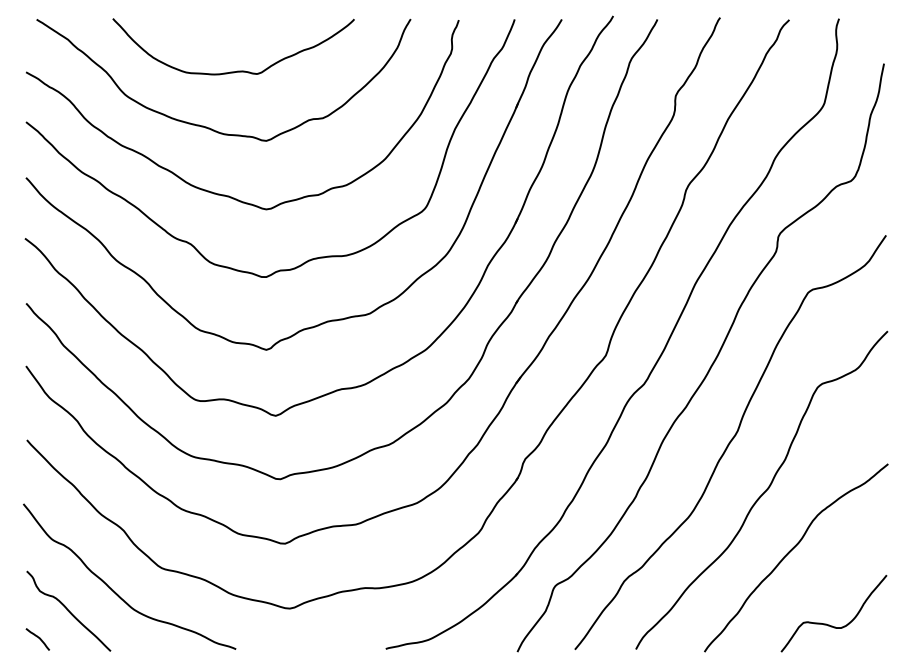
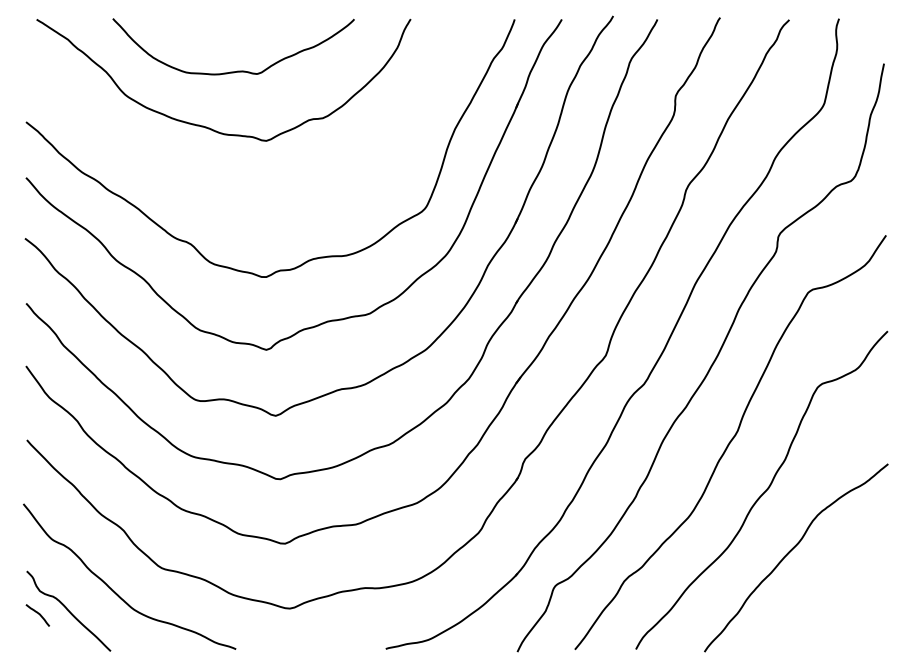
curve at (225, 194): present -> none
curve at (829, 624): present -> none
curve at (38, 638) position: (38, 638) -> (38, 614)
